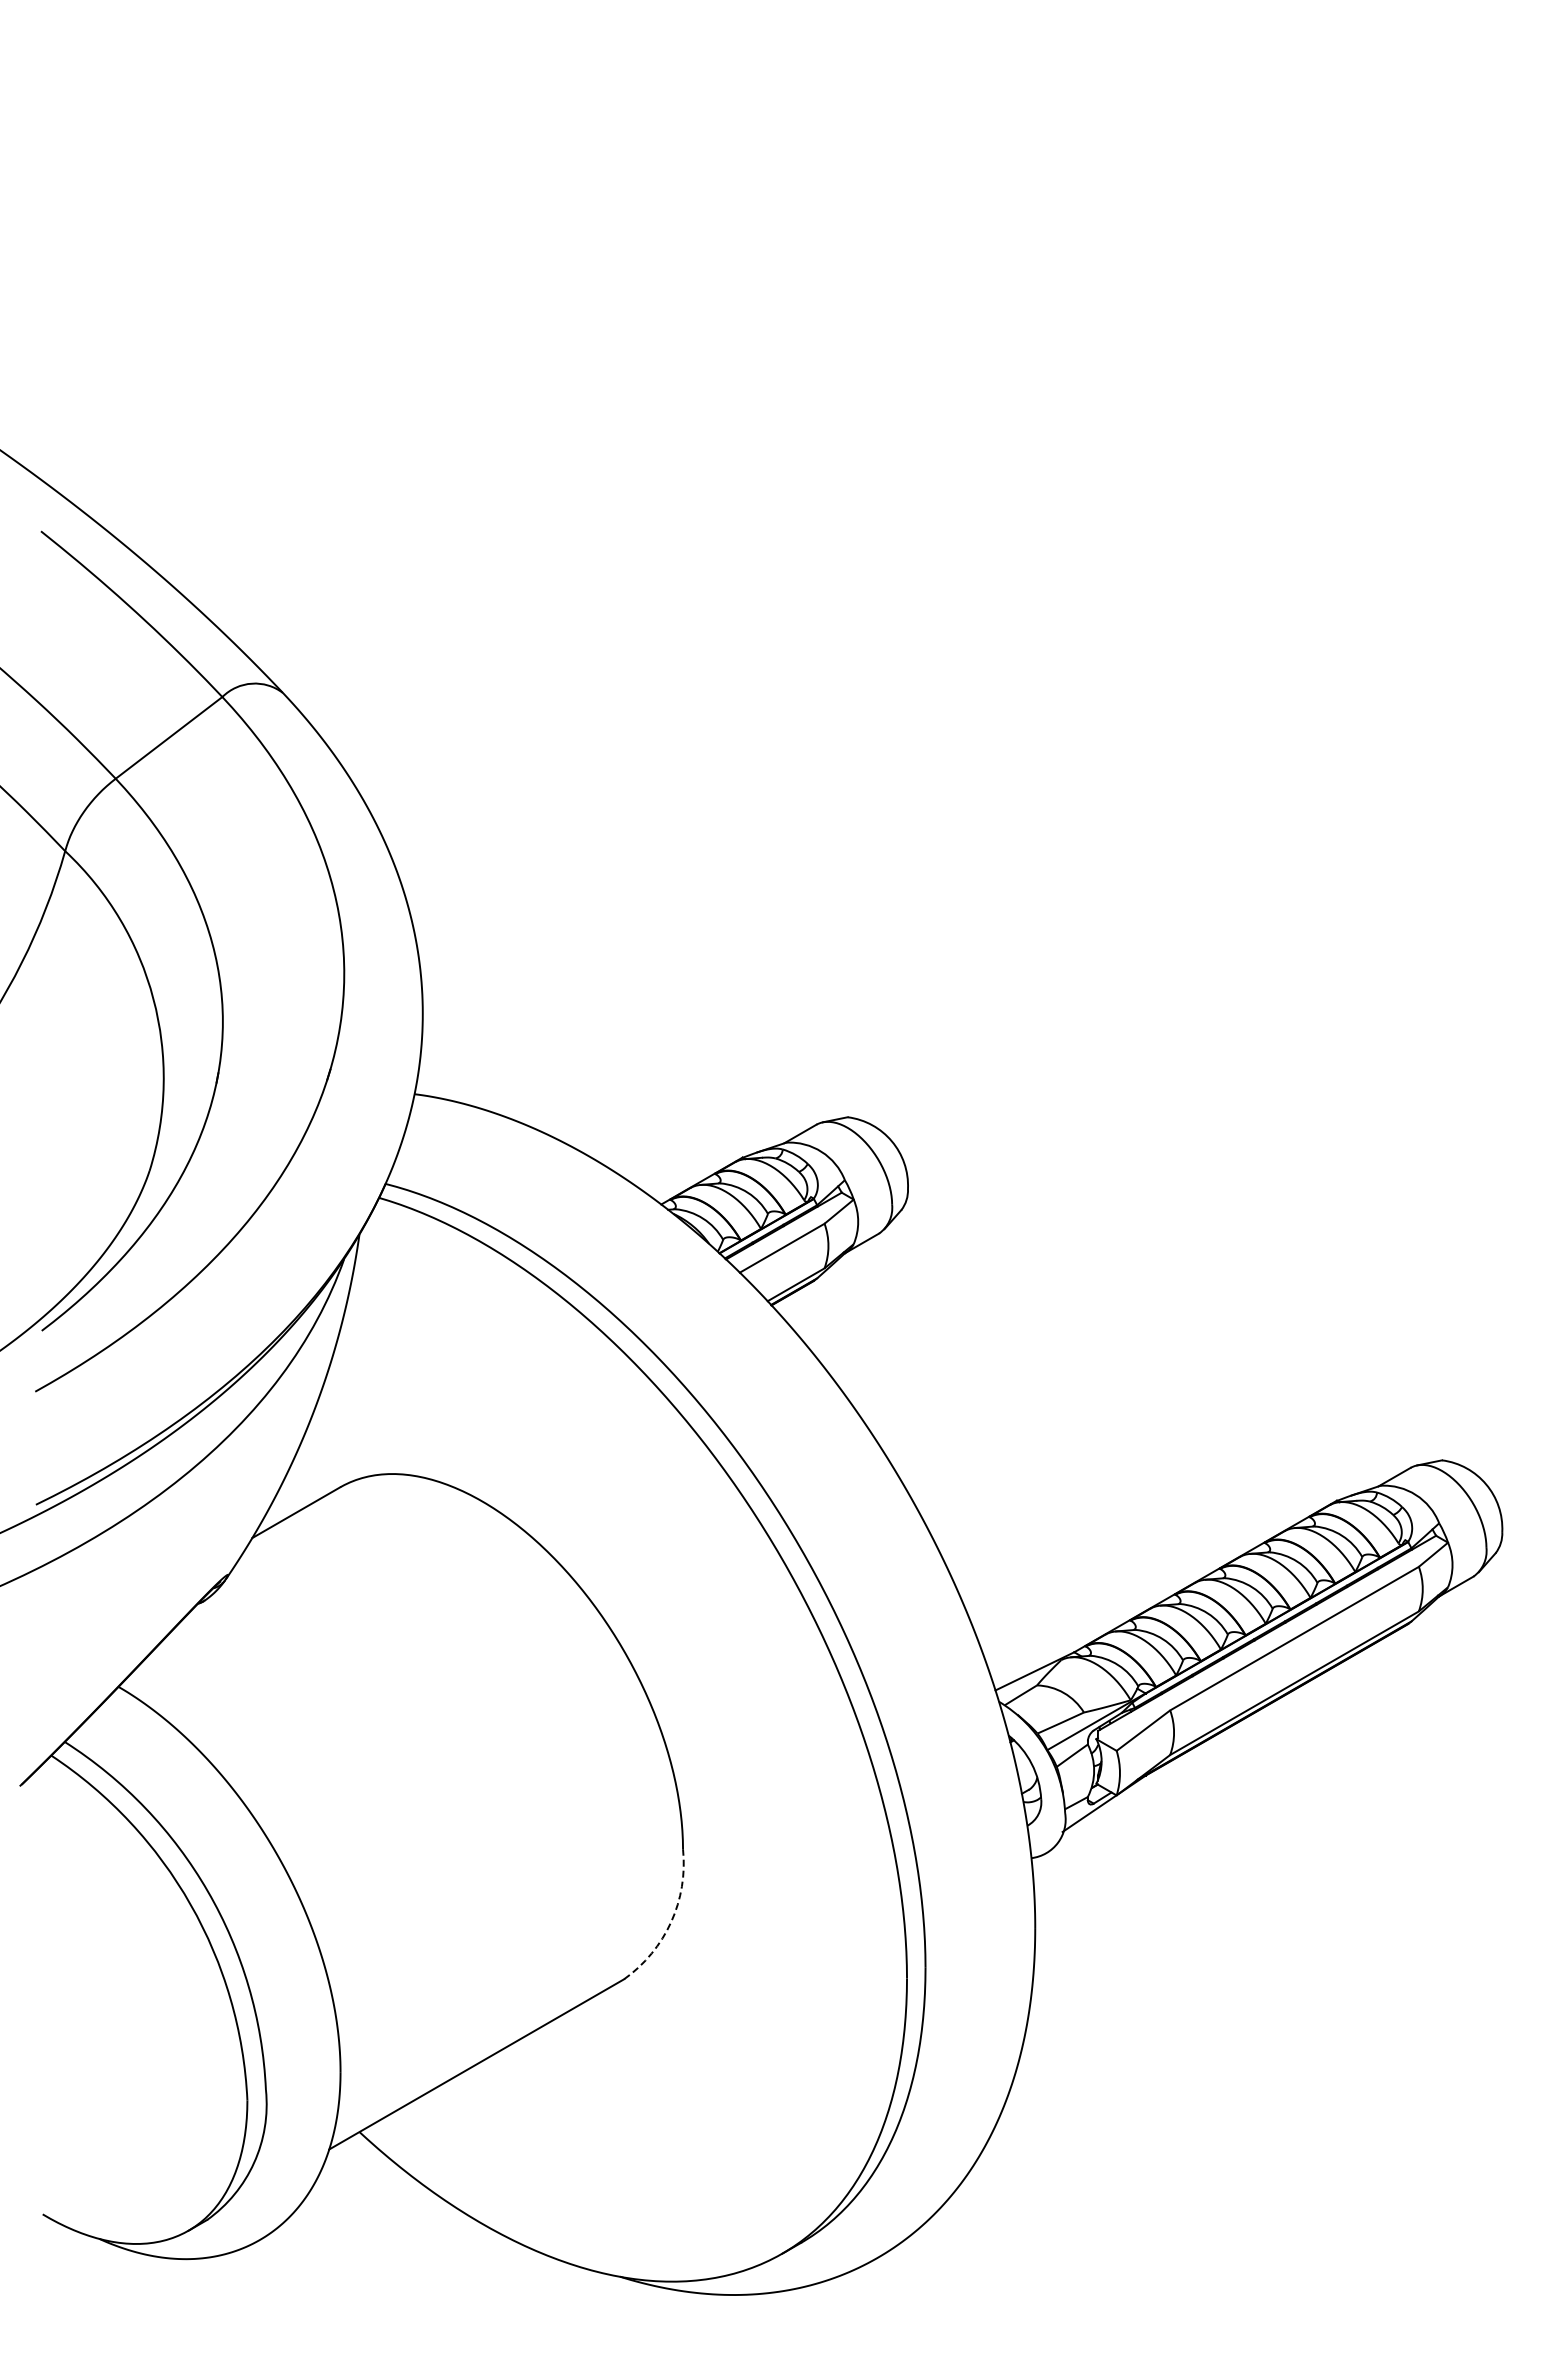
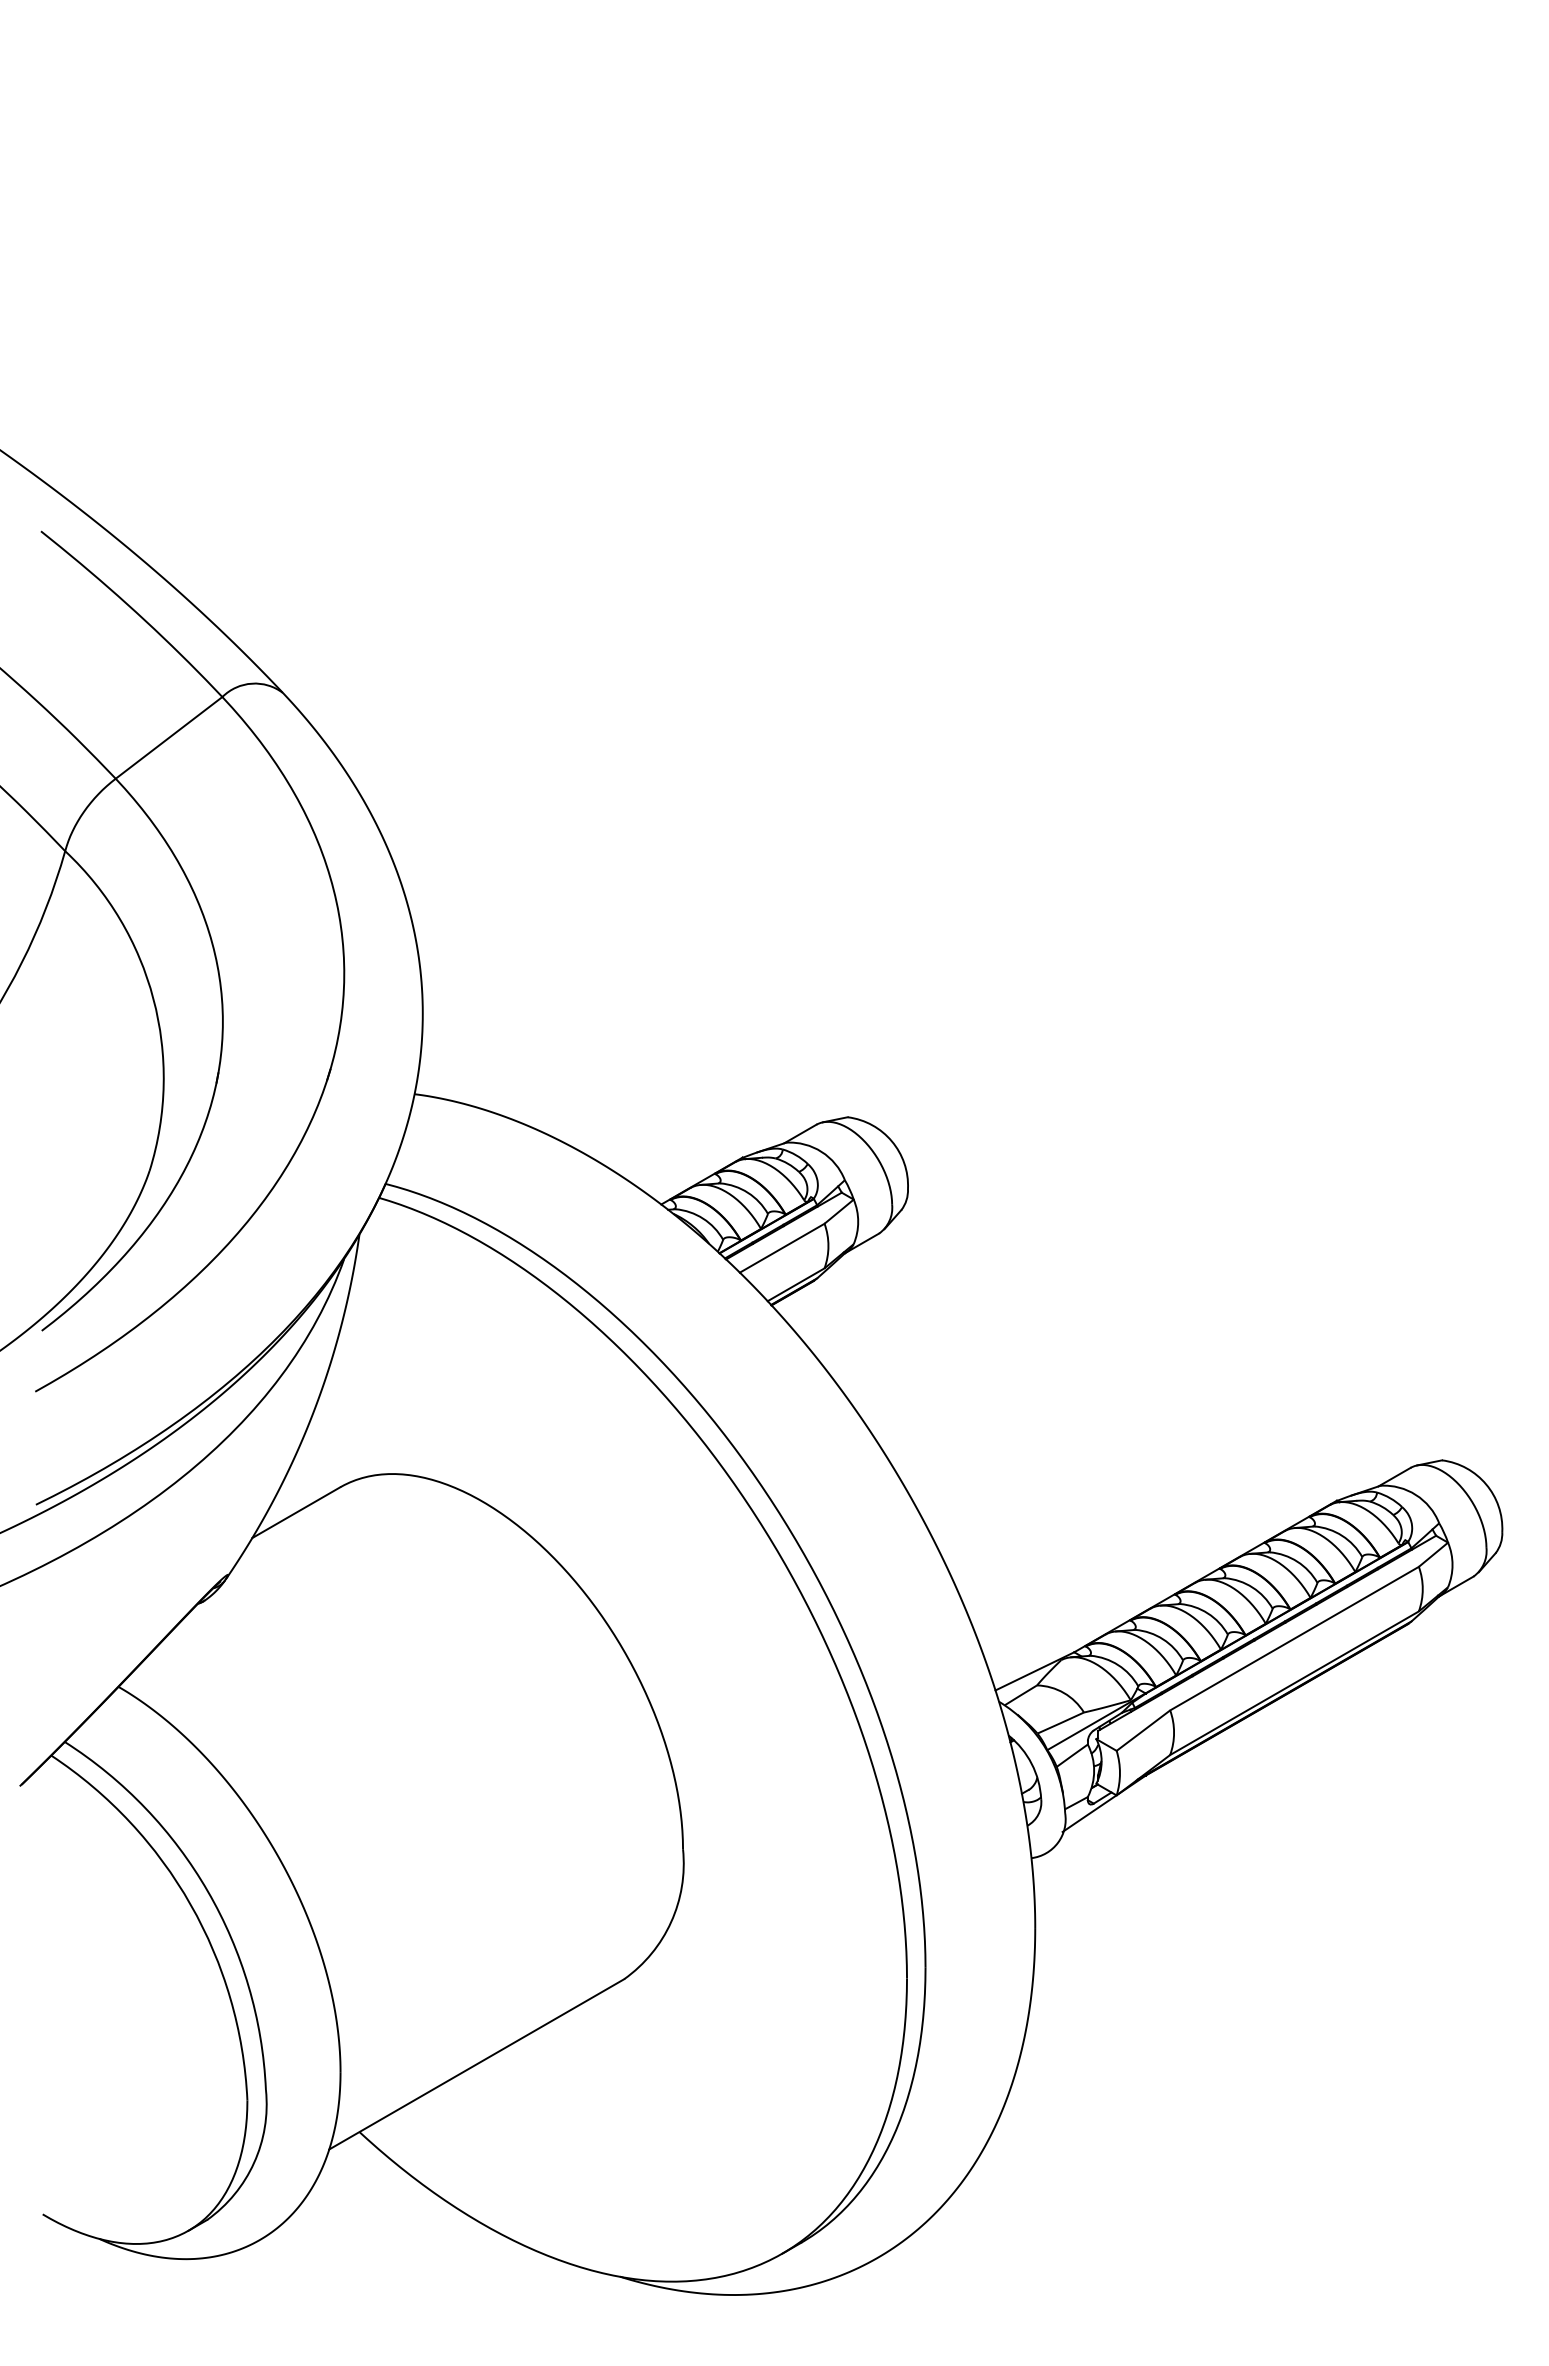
arc at (671, 1922): dashed -> solid
